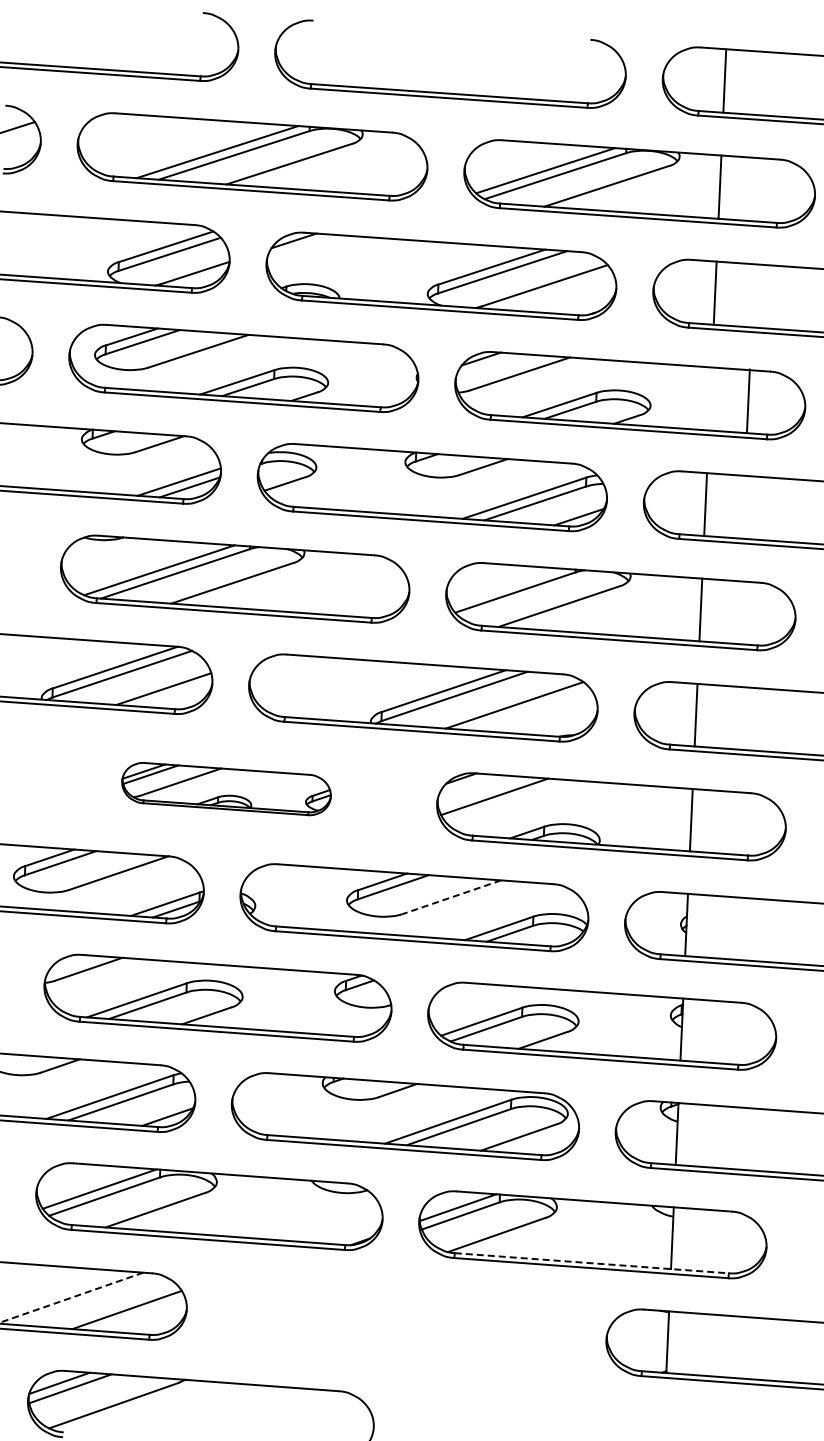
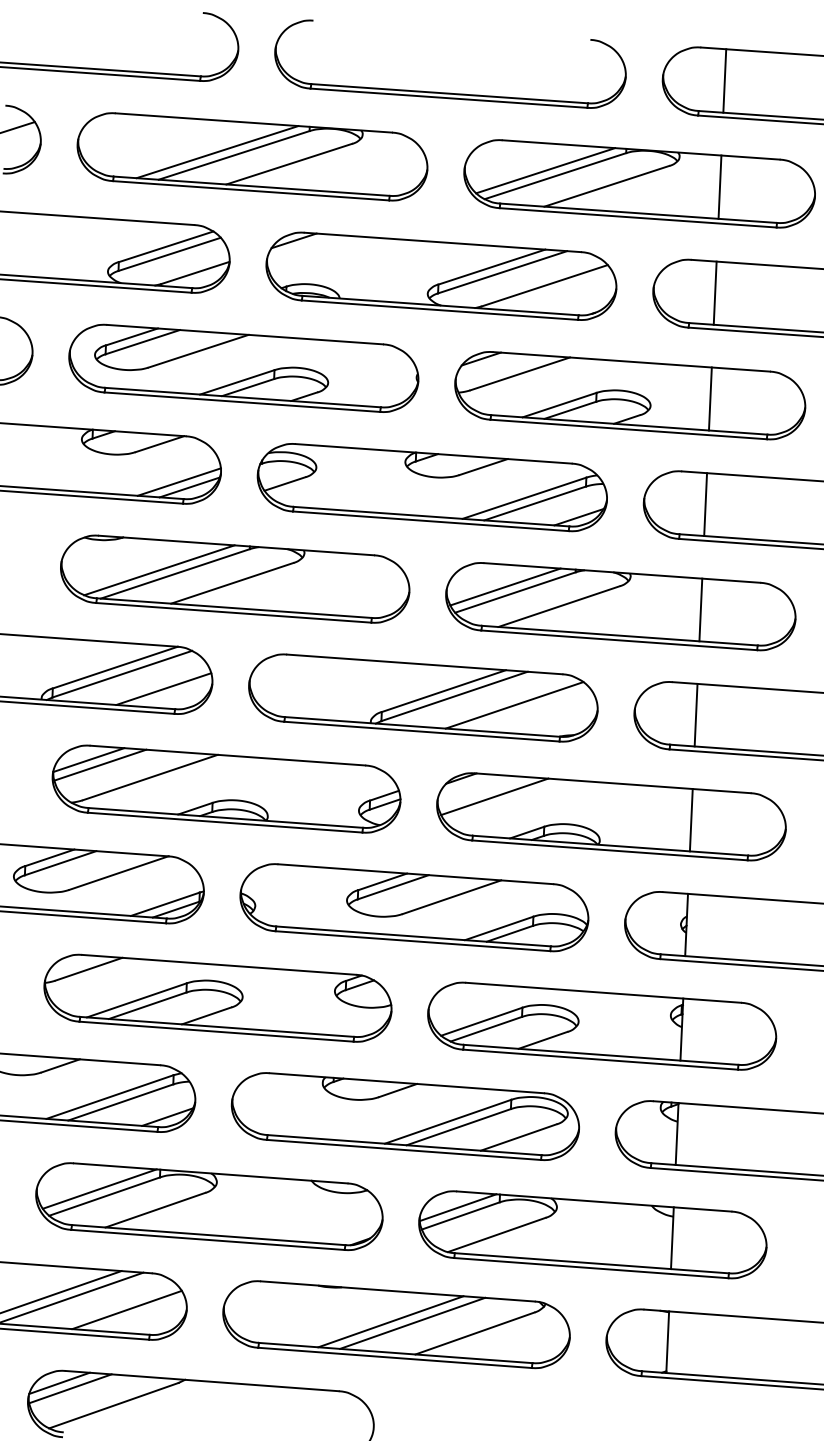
line at (747, 400) position: (747, 400) -> (709, 398)
line at (505, 586): none -> present
part at (226, 789) size: 211x55 px -> 351x90 px
line at (451, 897): dashed -> solid
line at (592, 1263): dashed -> solid
line at (61, 1291): none -> present
line at (71, 1297): dashed -> solid
part at (396, 1324): none -> present
